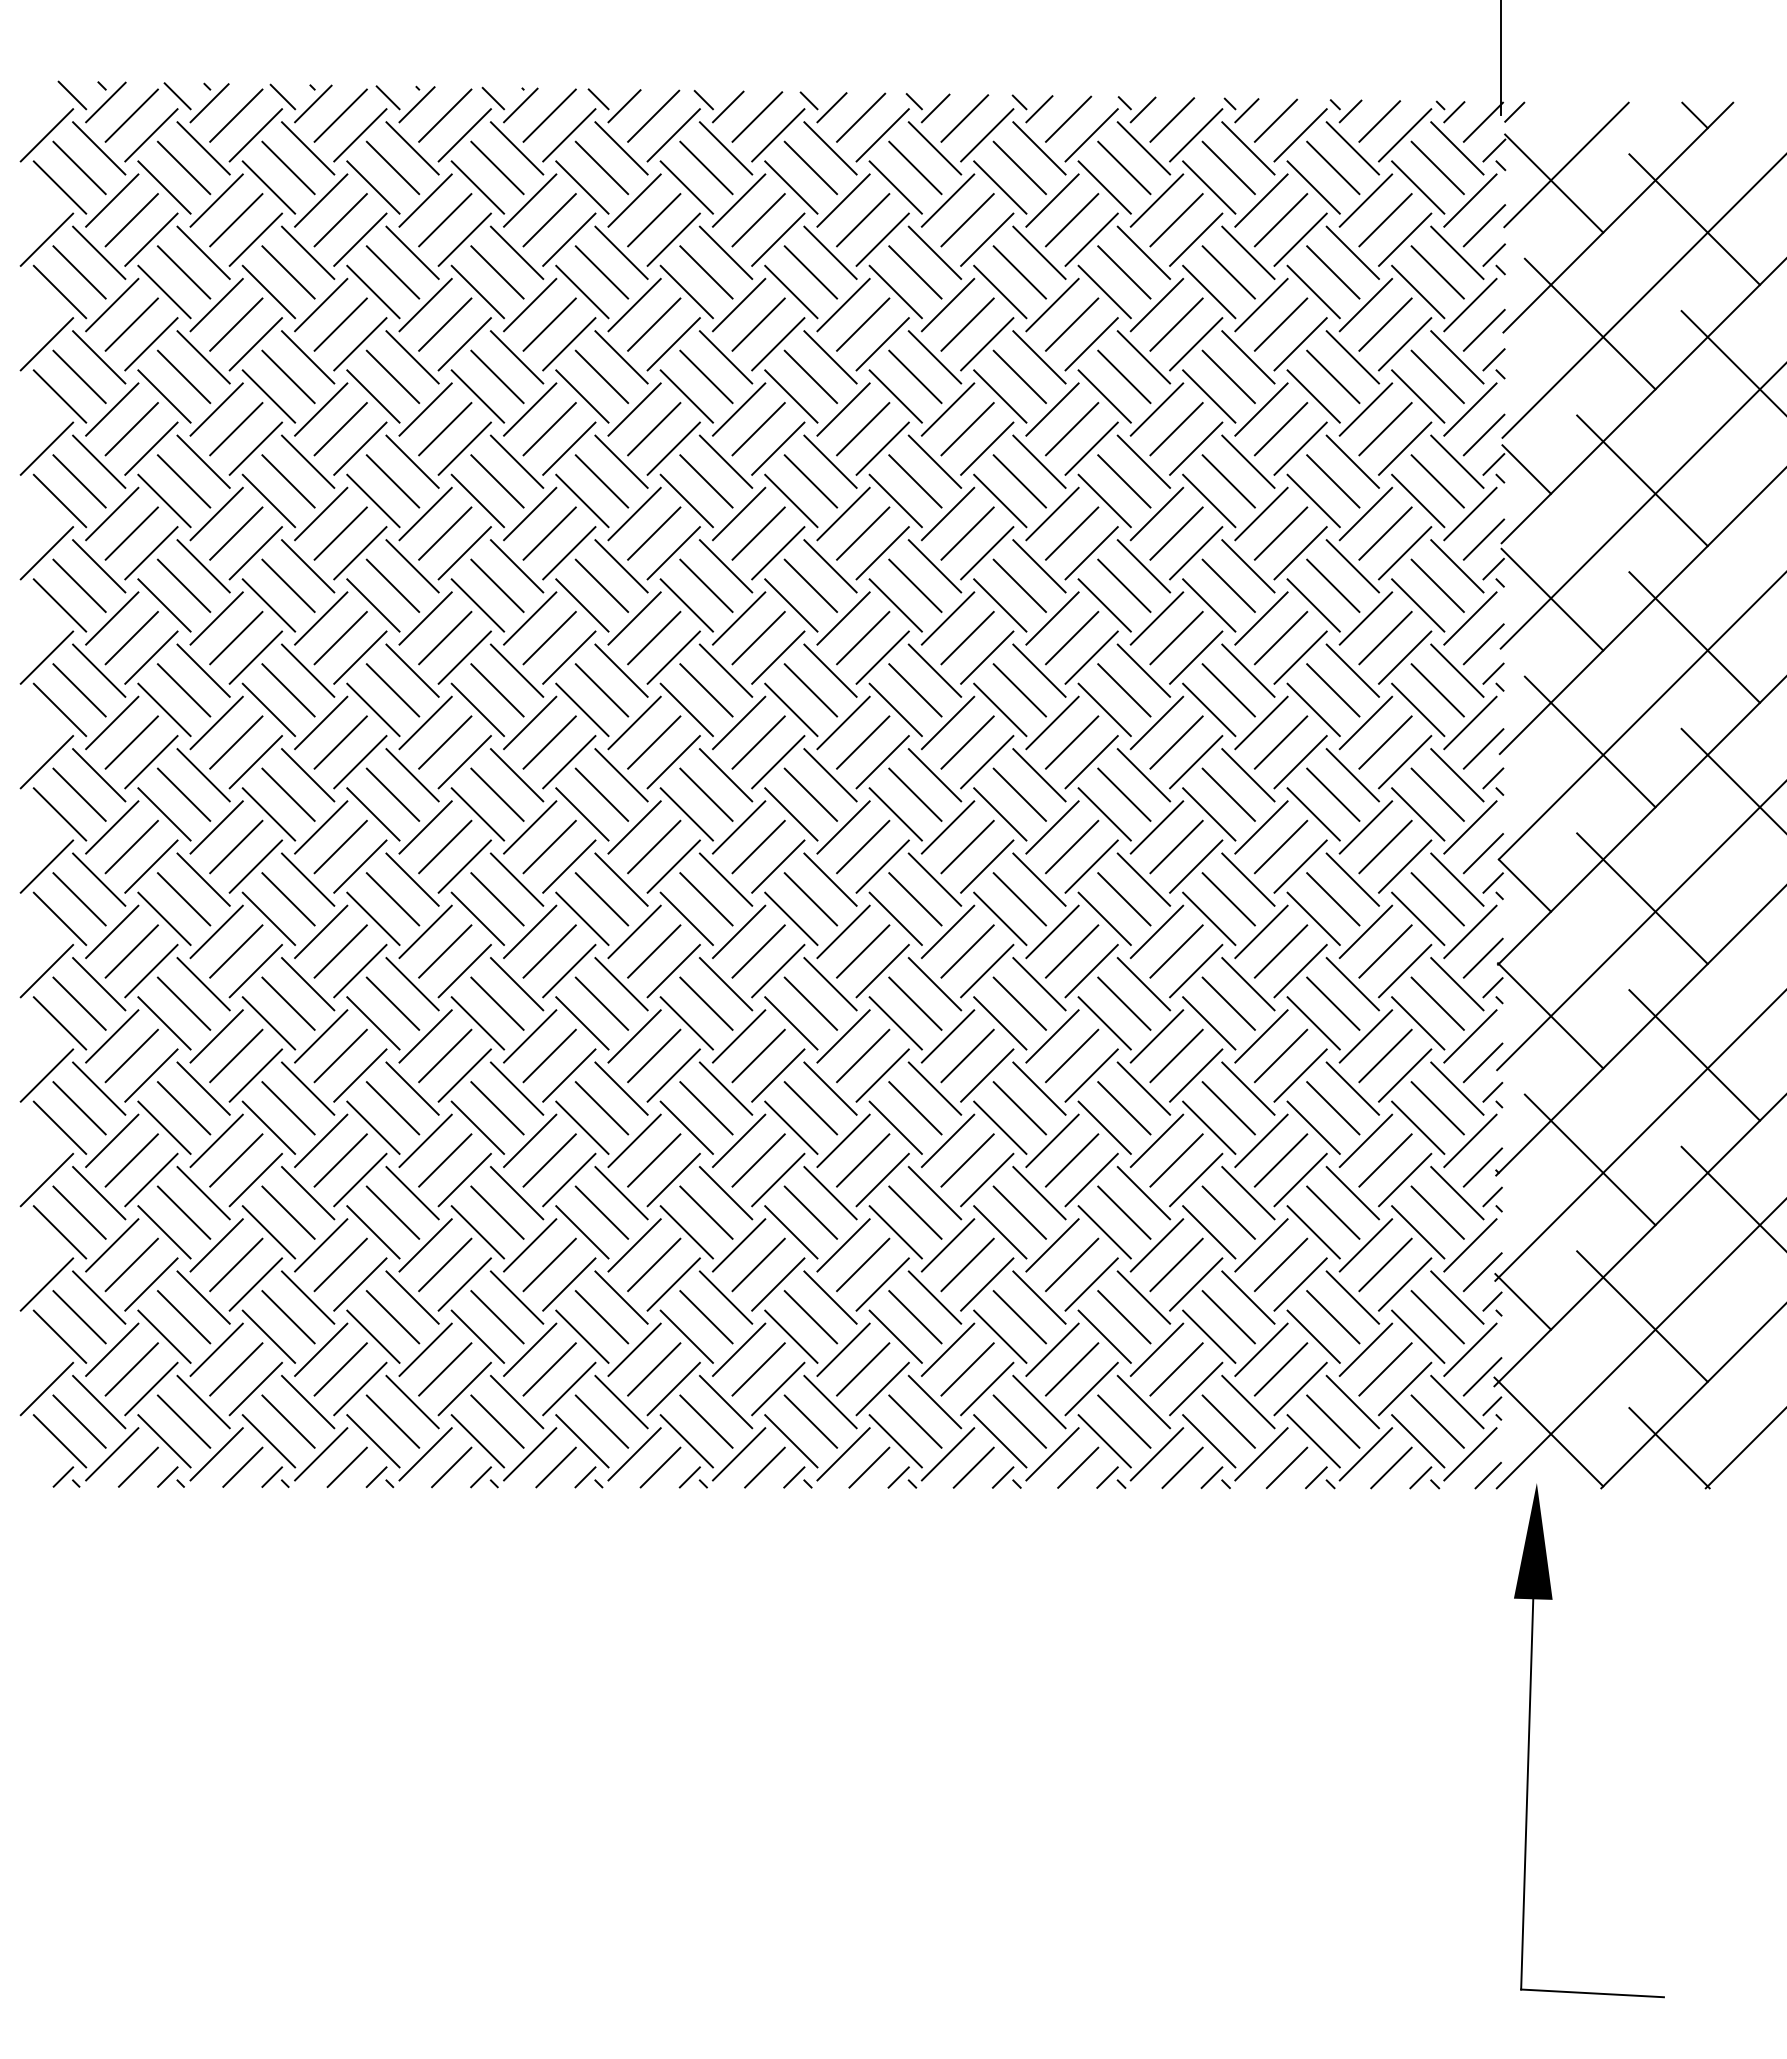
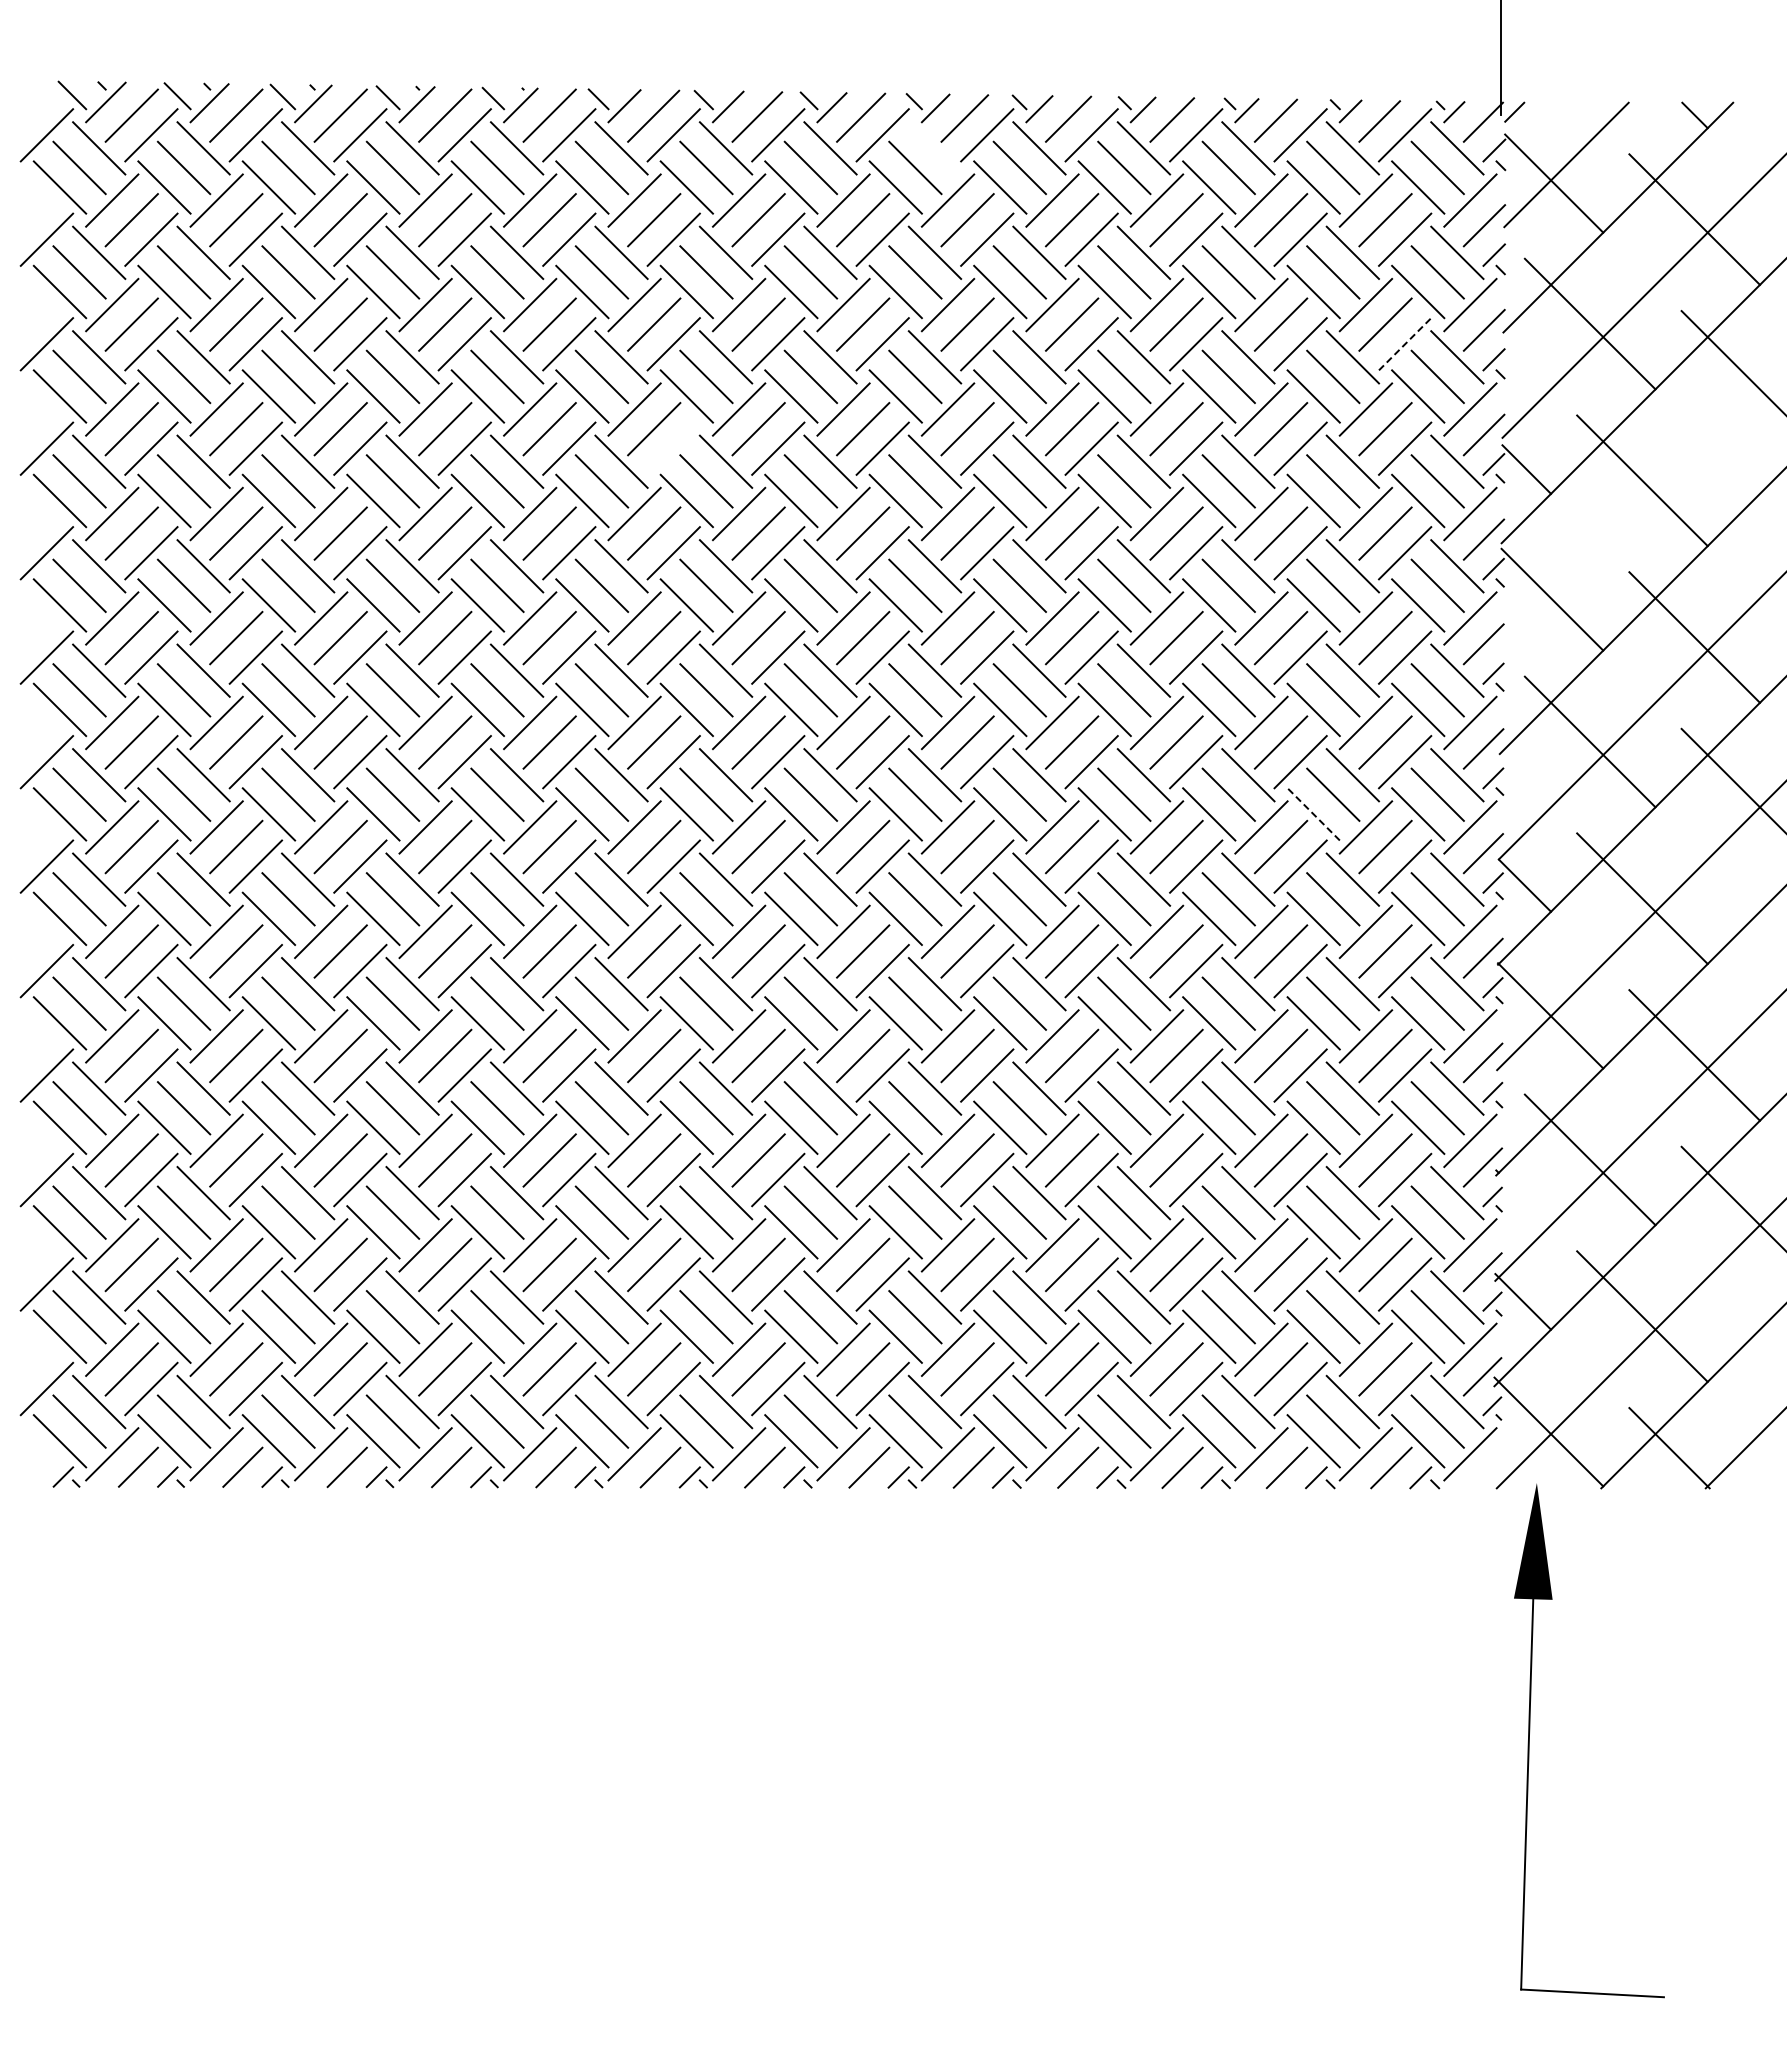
line at (934, 148): present -> none
line at (1405, 344): solid -> dashed
line at (673, 448): present -> none
line at (1641, 506): present -> none
line at (1313, 814): solid -> dashed
line at (1487, 1475): present -> none
